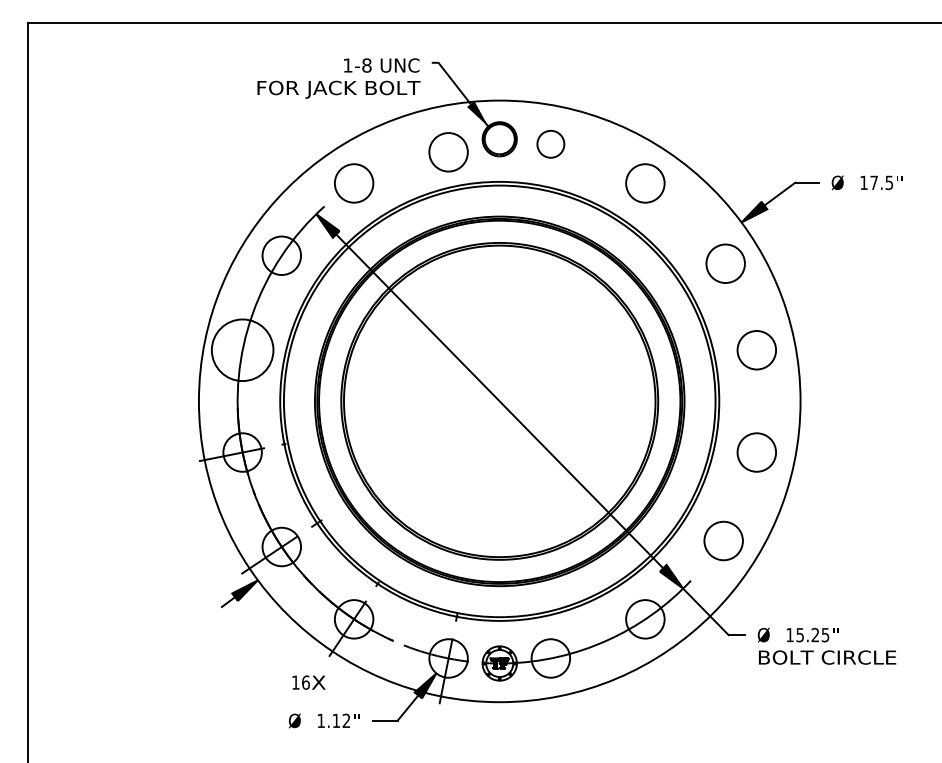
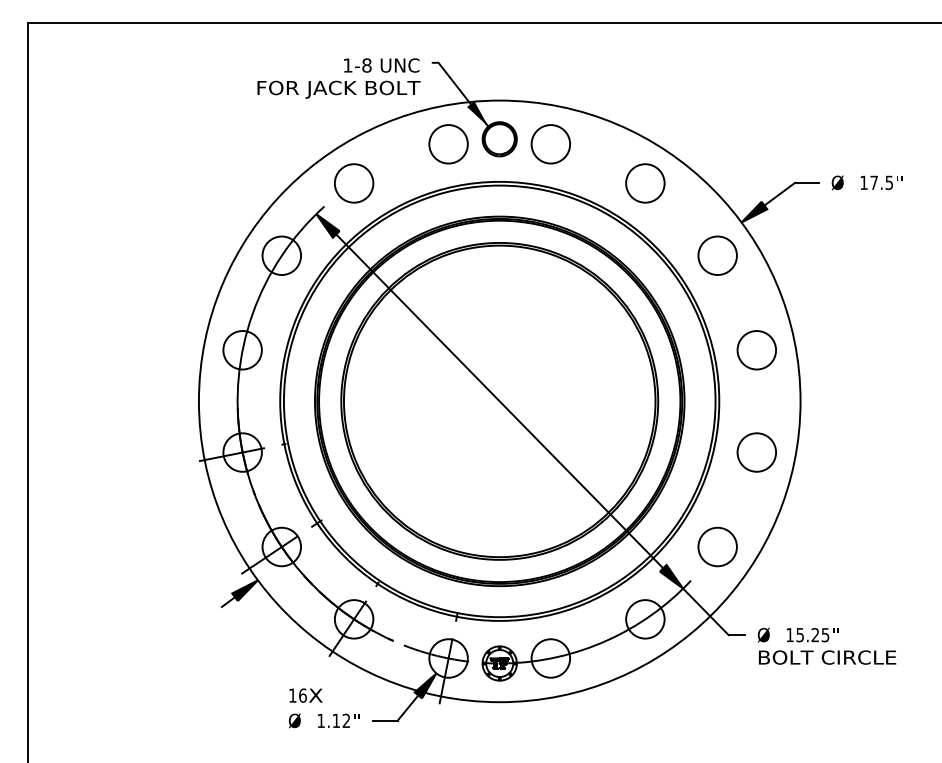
circle at (550, 143) diameter: 27 px -> 39 px
circle at (448, 152) position: (448, 152) -> (448, 144)
circle at (725, 263) position: (725, 263) -> (717, 255)
circle at (242, 350) diameter: 62 px -> 39 px
circle at (723, 540) position: (723, 540) -> (717, 546)
text at (308, 682) position: (308, 682) -> (305, 695)
